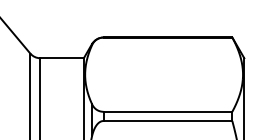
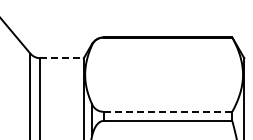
line at (62, 58): solid -> dashed
line at (167, 111): solid -> dashed
